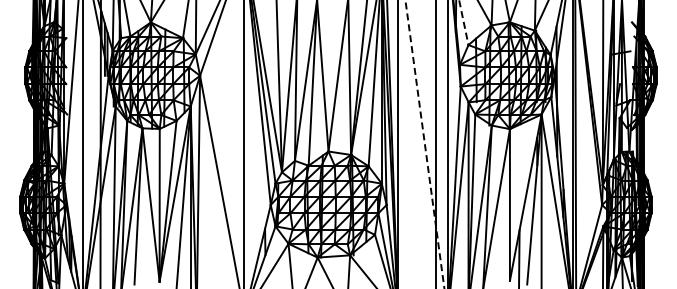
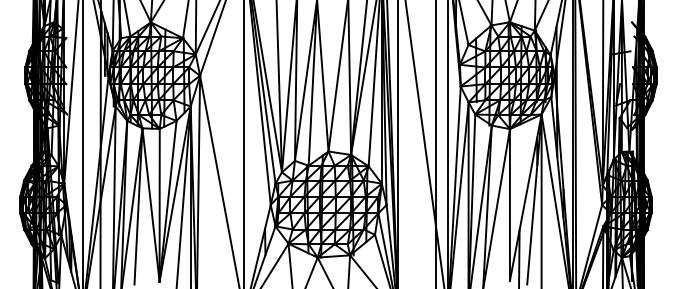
line at (463, 22): dashed -> solid
line at (424, 144): dashed -> solid
